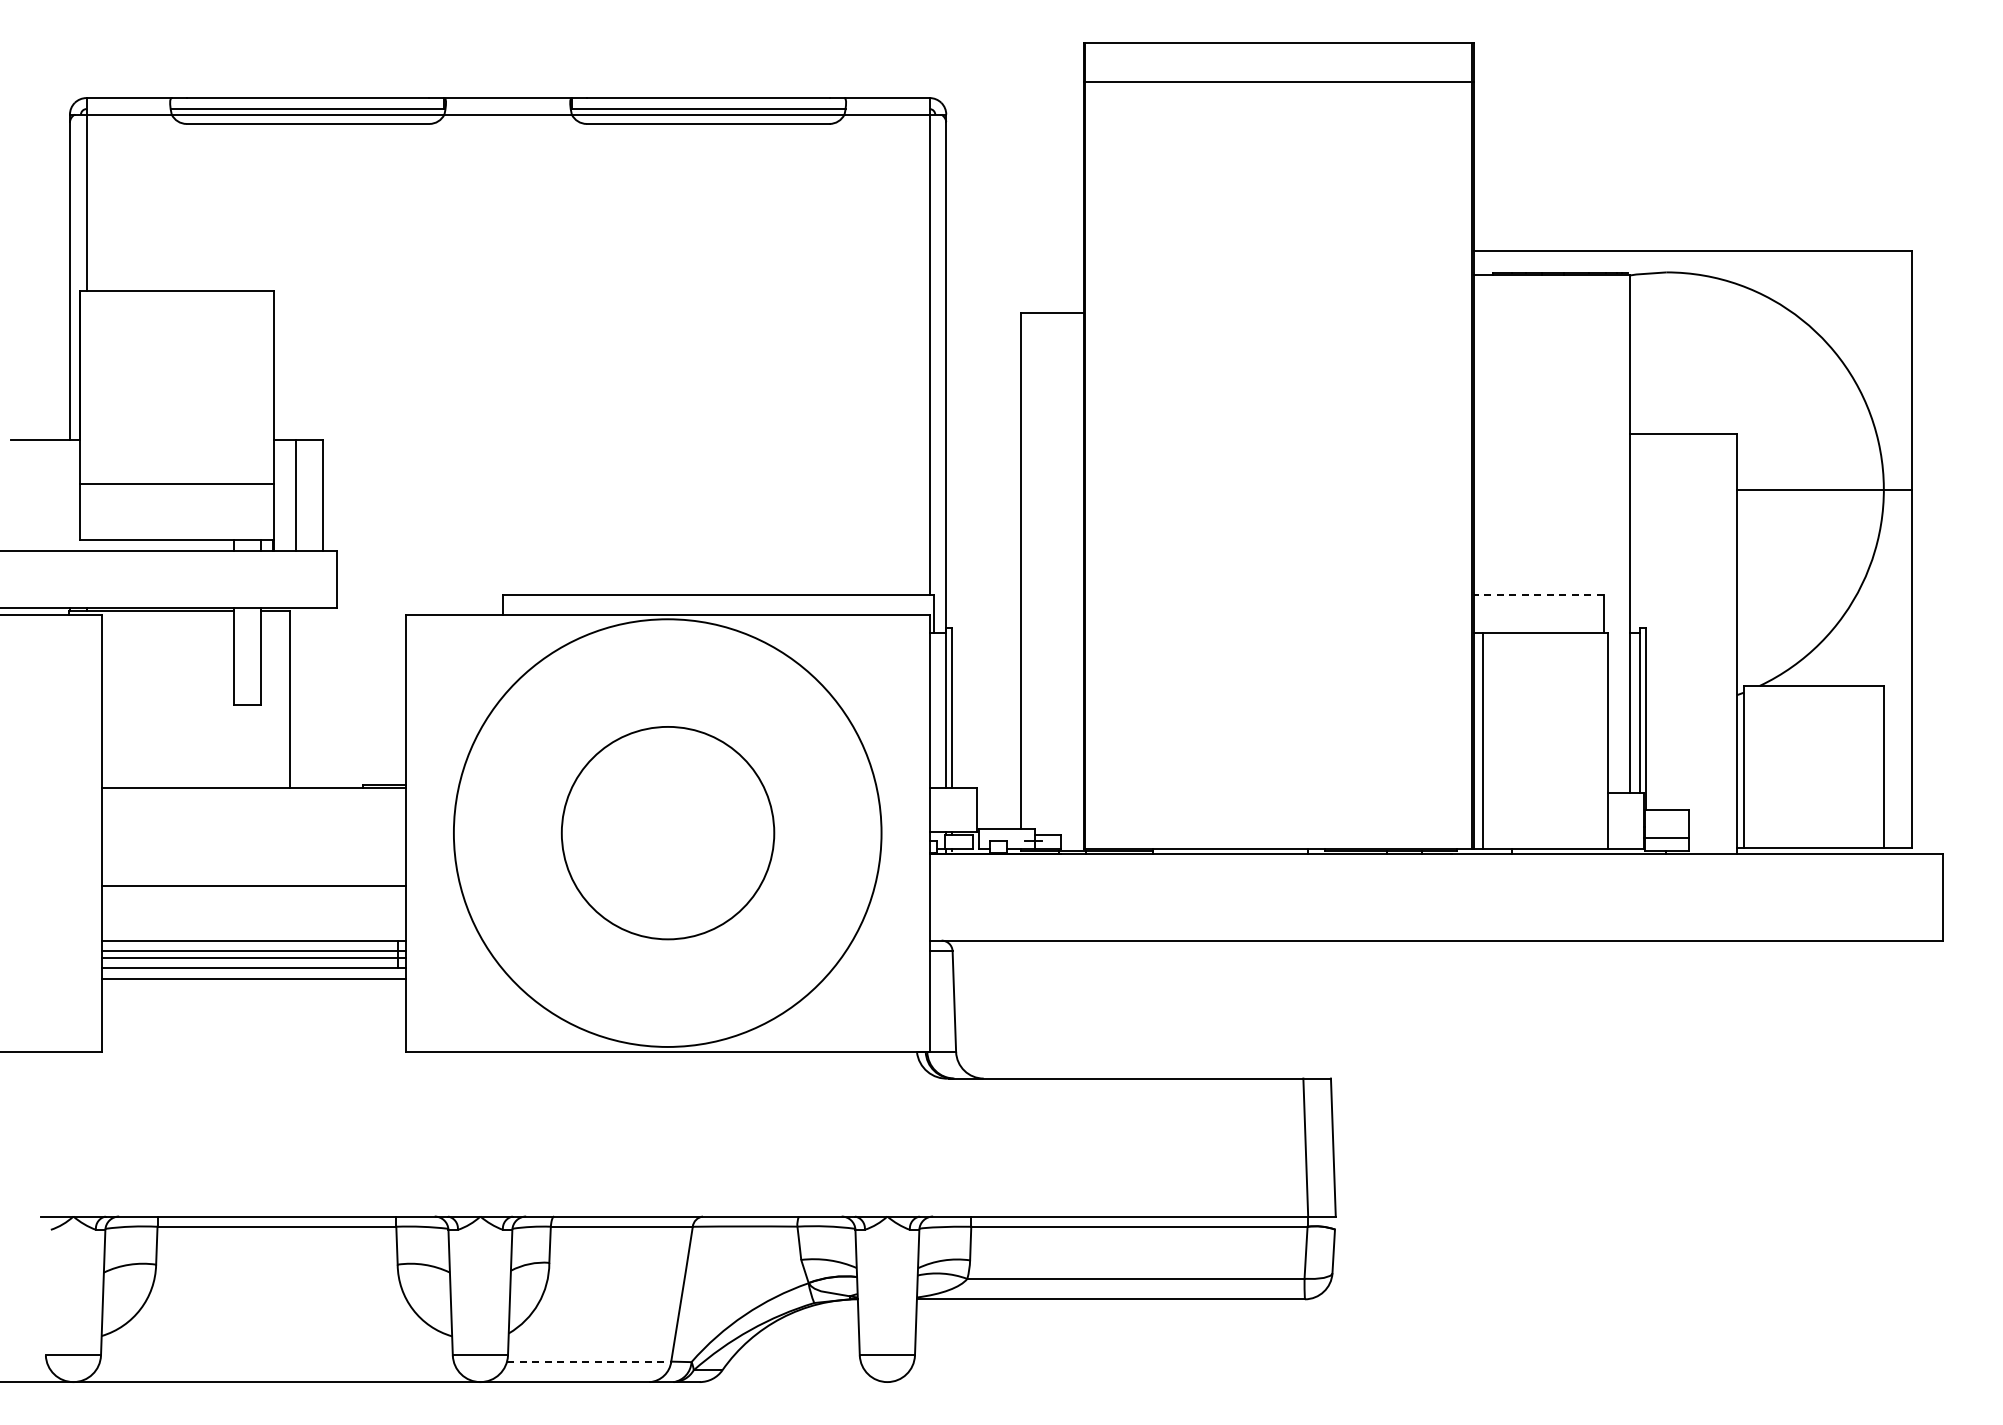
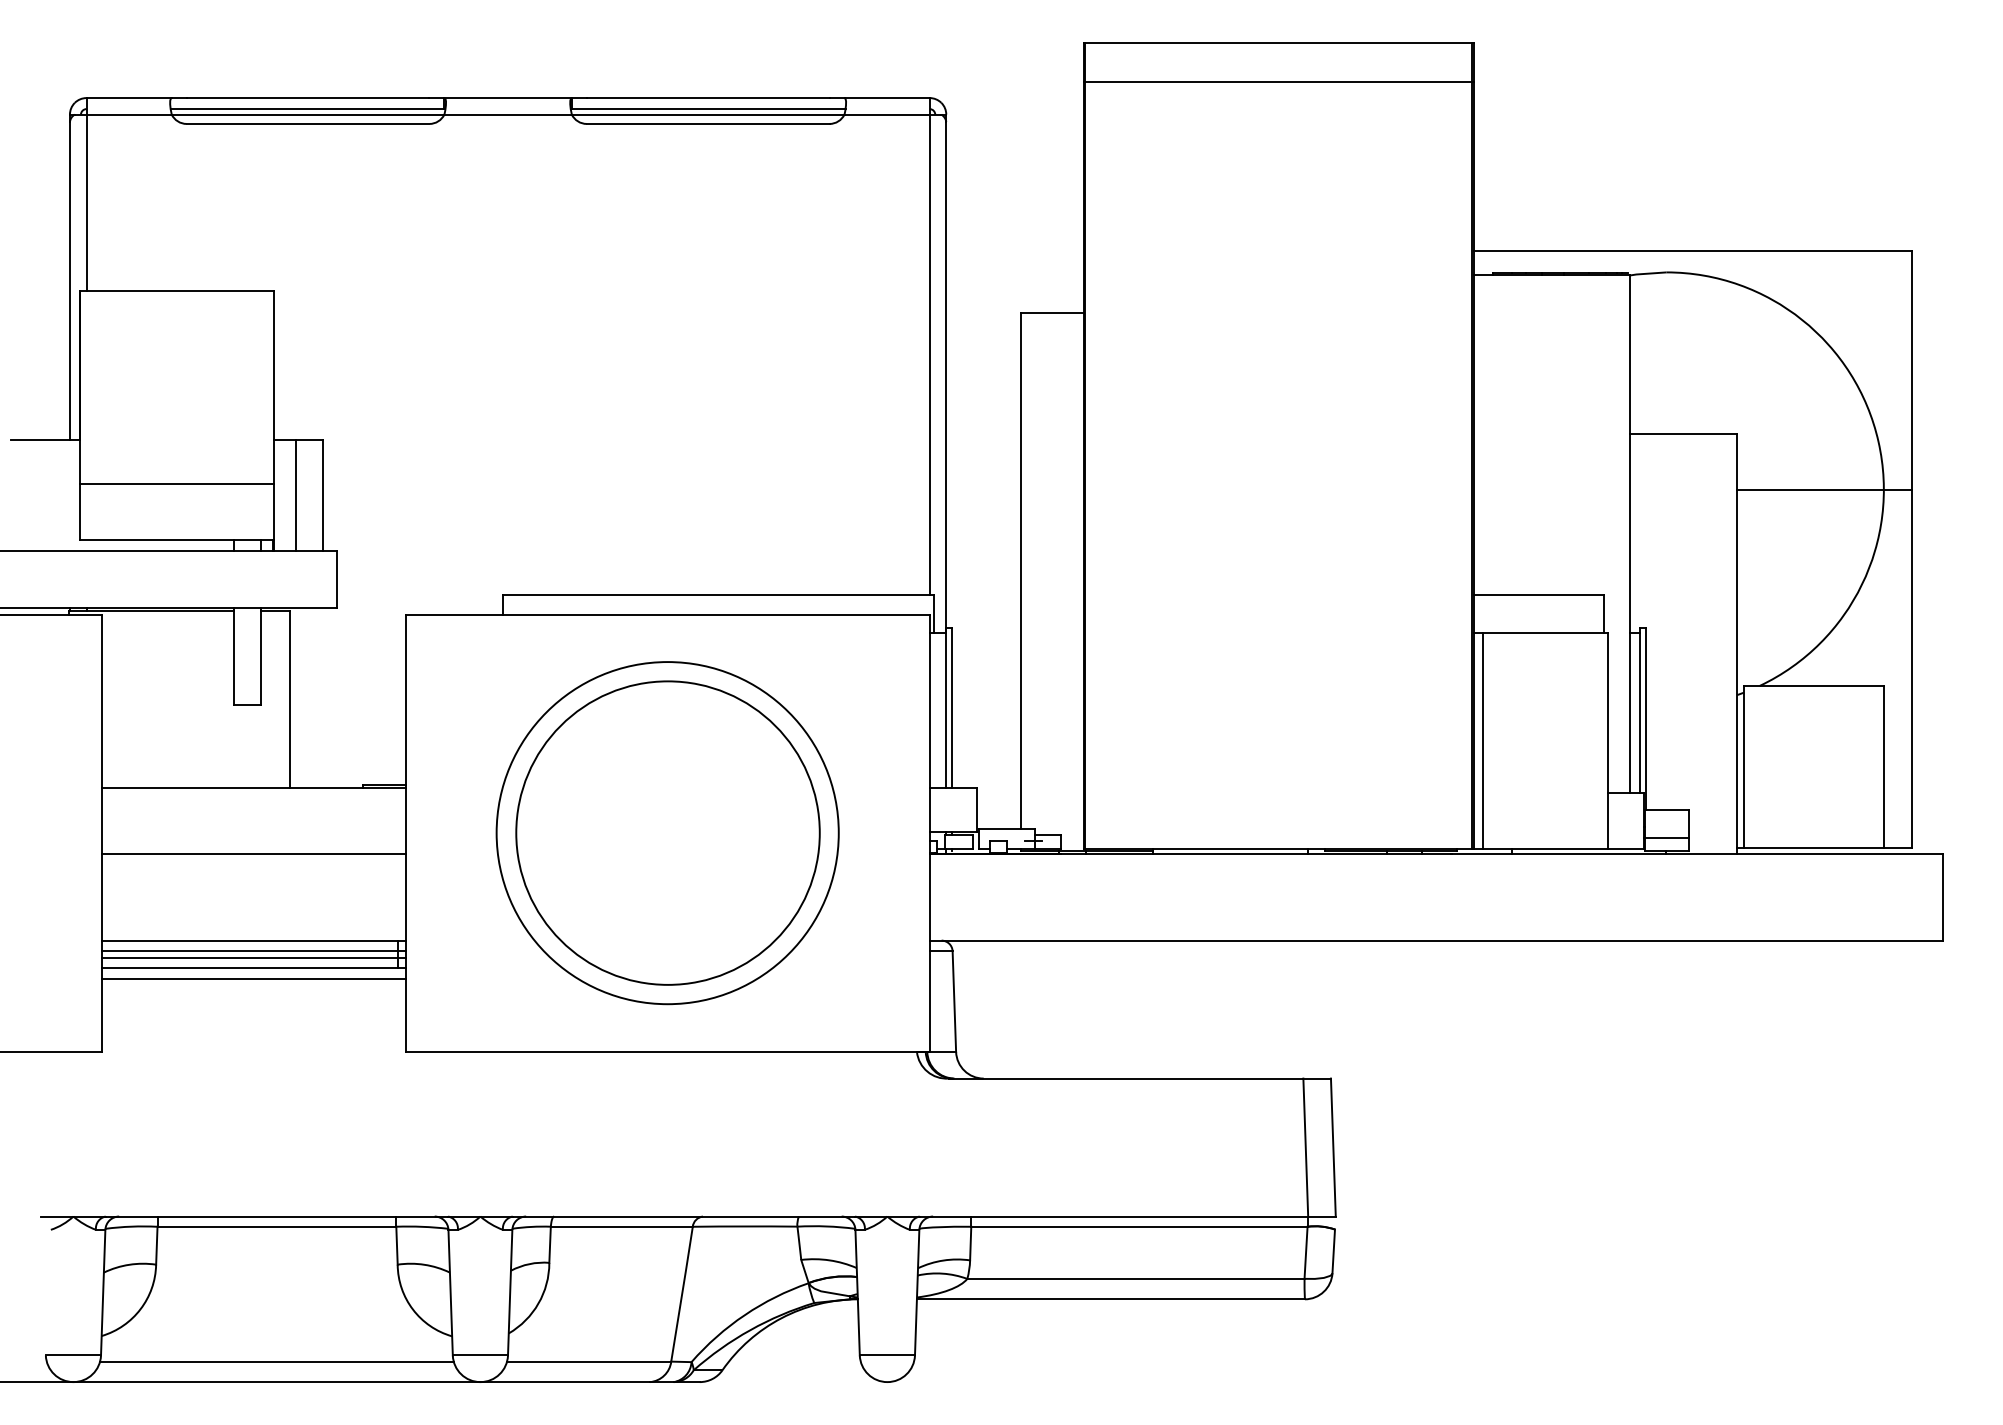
line at (1538, 594): dashed -> solid
circle at (667, 832) diameter: 212 px -> 304 px
circle at (667, 832) diameter: 428 px -> 342 px
line at (253, 886) position: (253, 886) -> (253, 854)
line at (276, 1361): none -> present
line at (589, 1361): dashed -> solid
